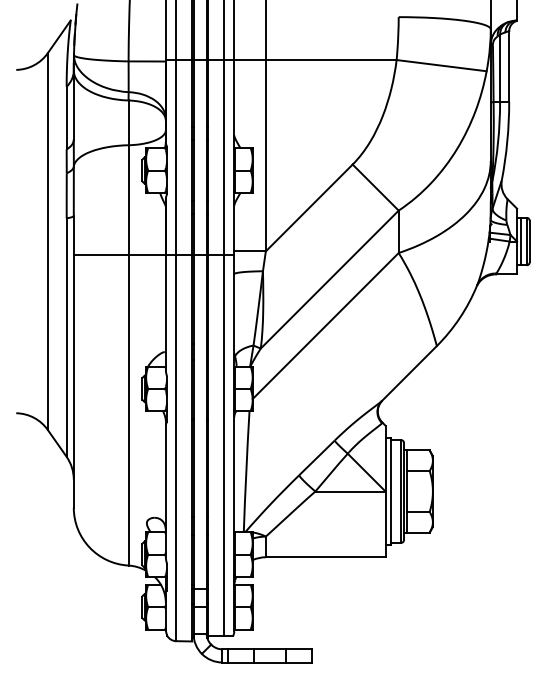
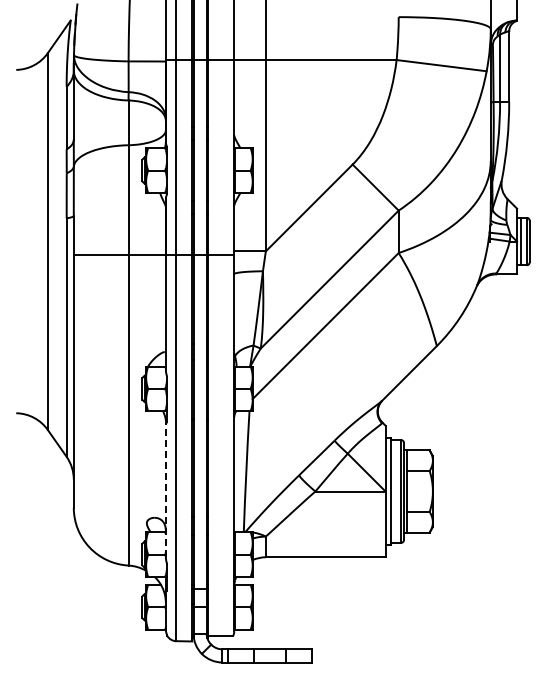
line at (224, 319): present -> none
line at (165, 490): solid -> dashed
